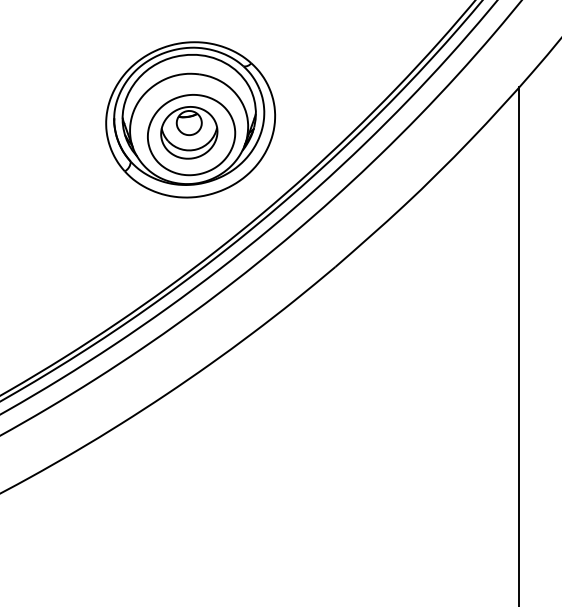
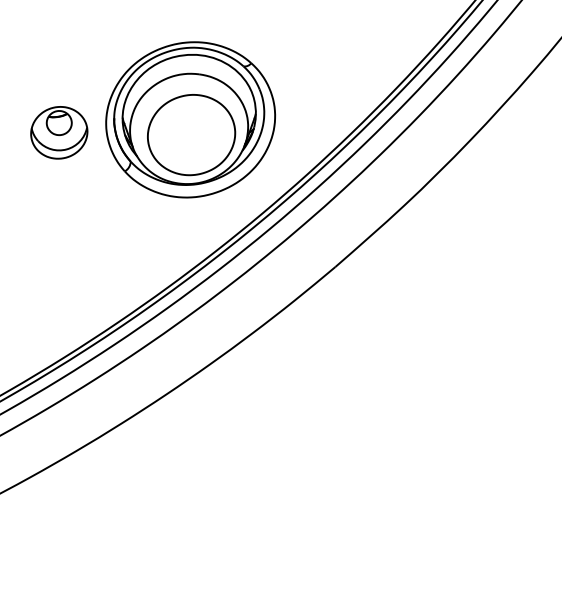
part at (189, 132) position: (189, 132) -> (59, 132)
line at (519, 345): present -> none
